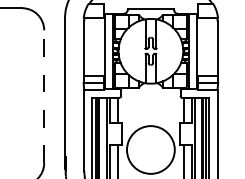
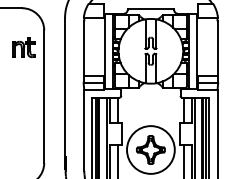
part at (23, 47): none -> present
line at (44, 96): dashed -> solid
part at (150, 149): none -> present
